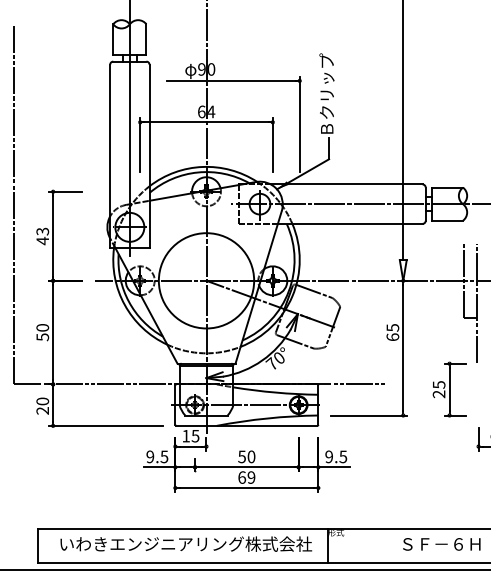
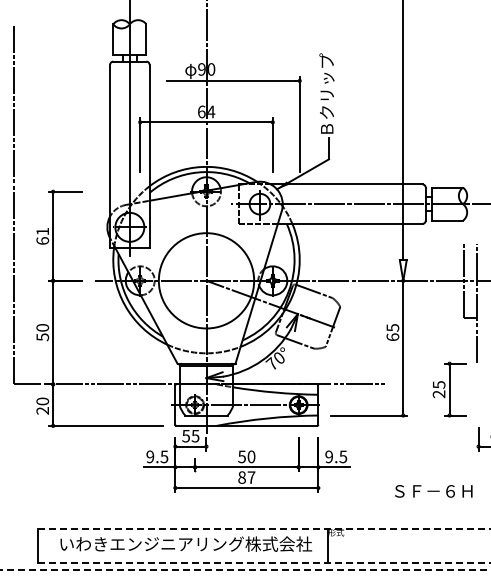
text at (42, 236): 43 -> 61
text at (185, 436): 15 -> 55
text at (246, 477): 69 -> 87
line at (264, 529): solid -> dashed
text at (441, 544) position: (441, 544) -> (433, 491)
line at (264, 562): solid -> dashed
line at (245, 569): solid -> dashed
